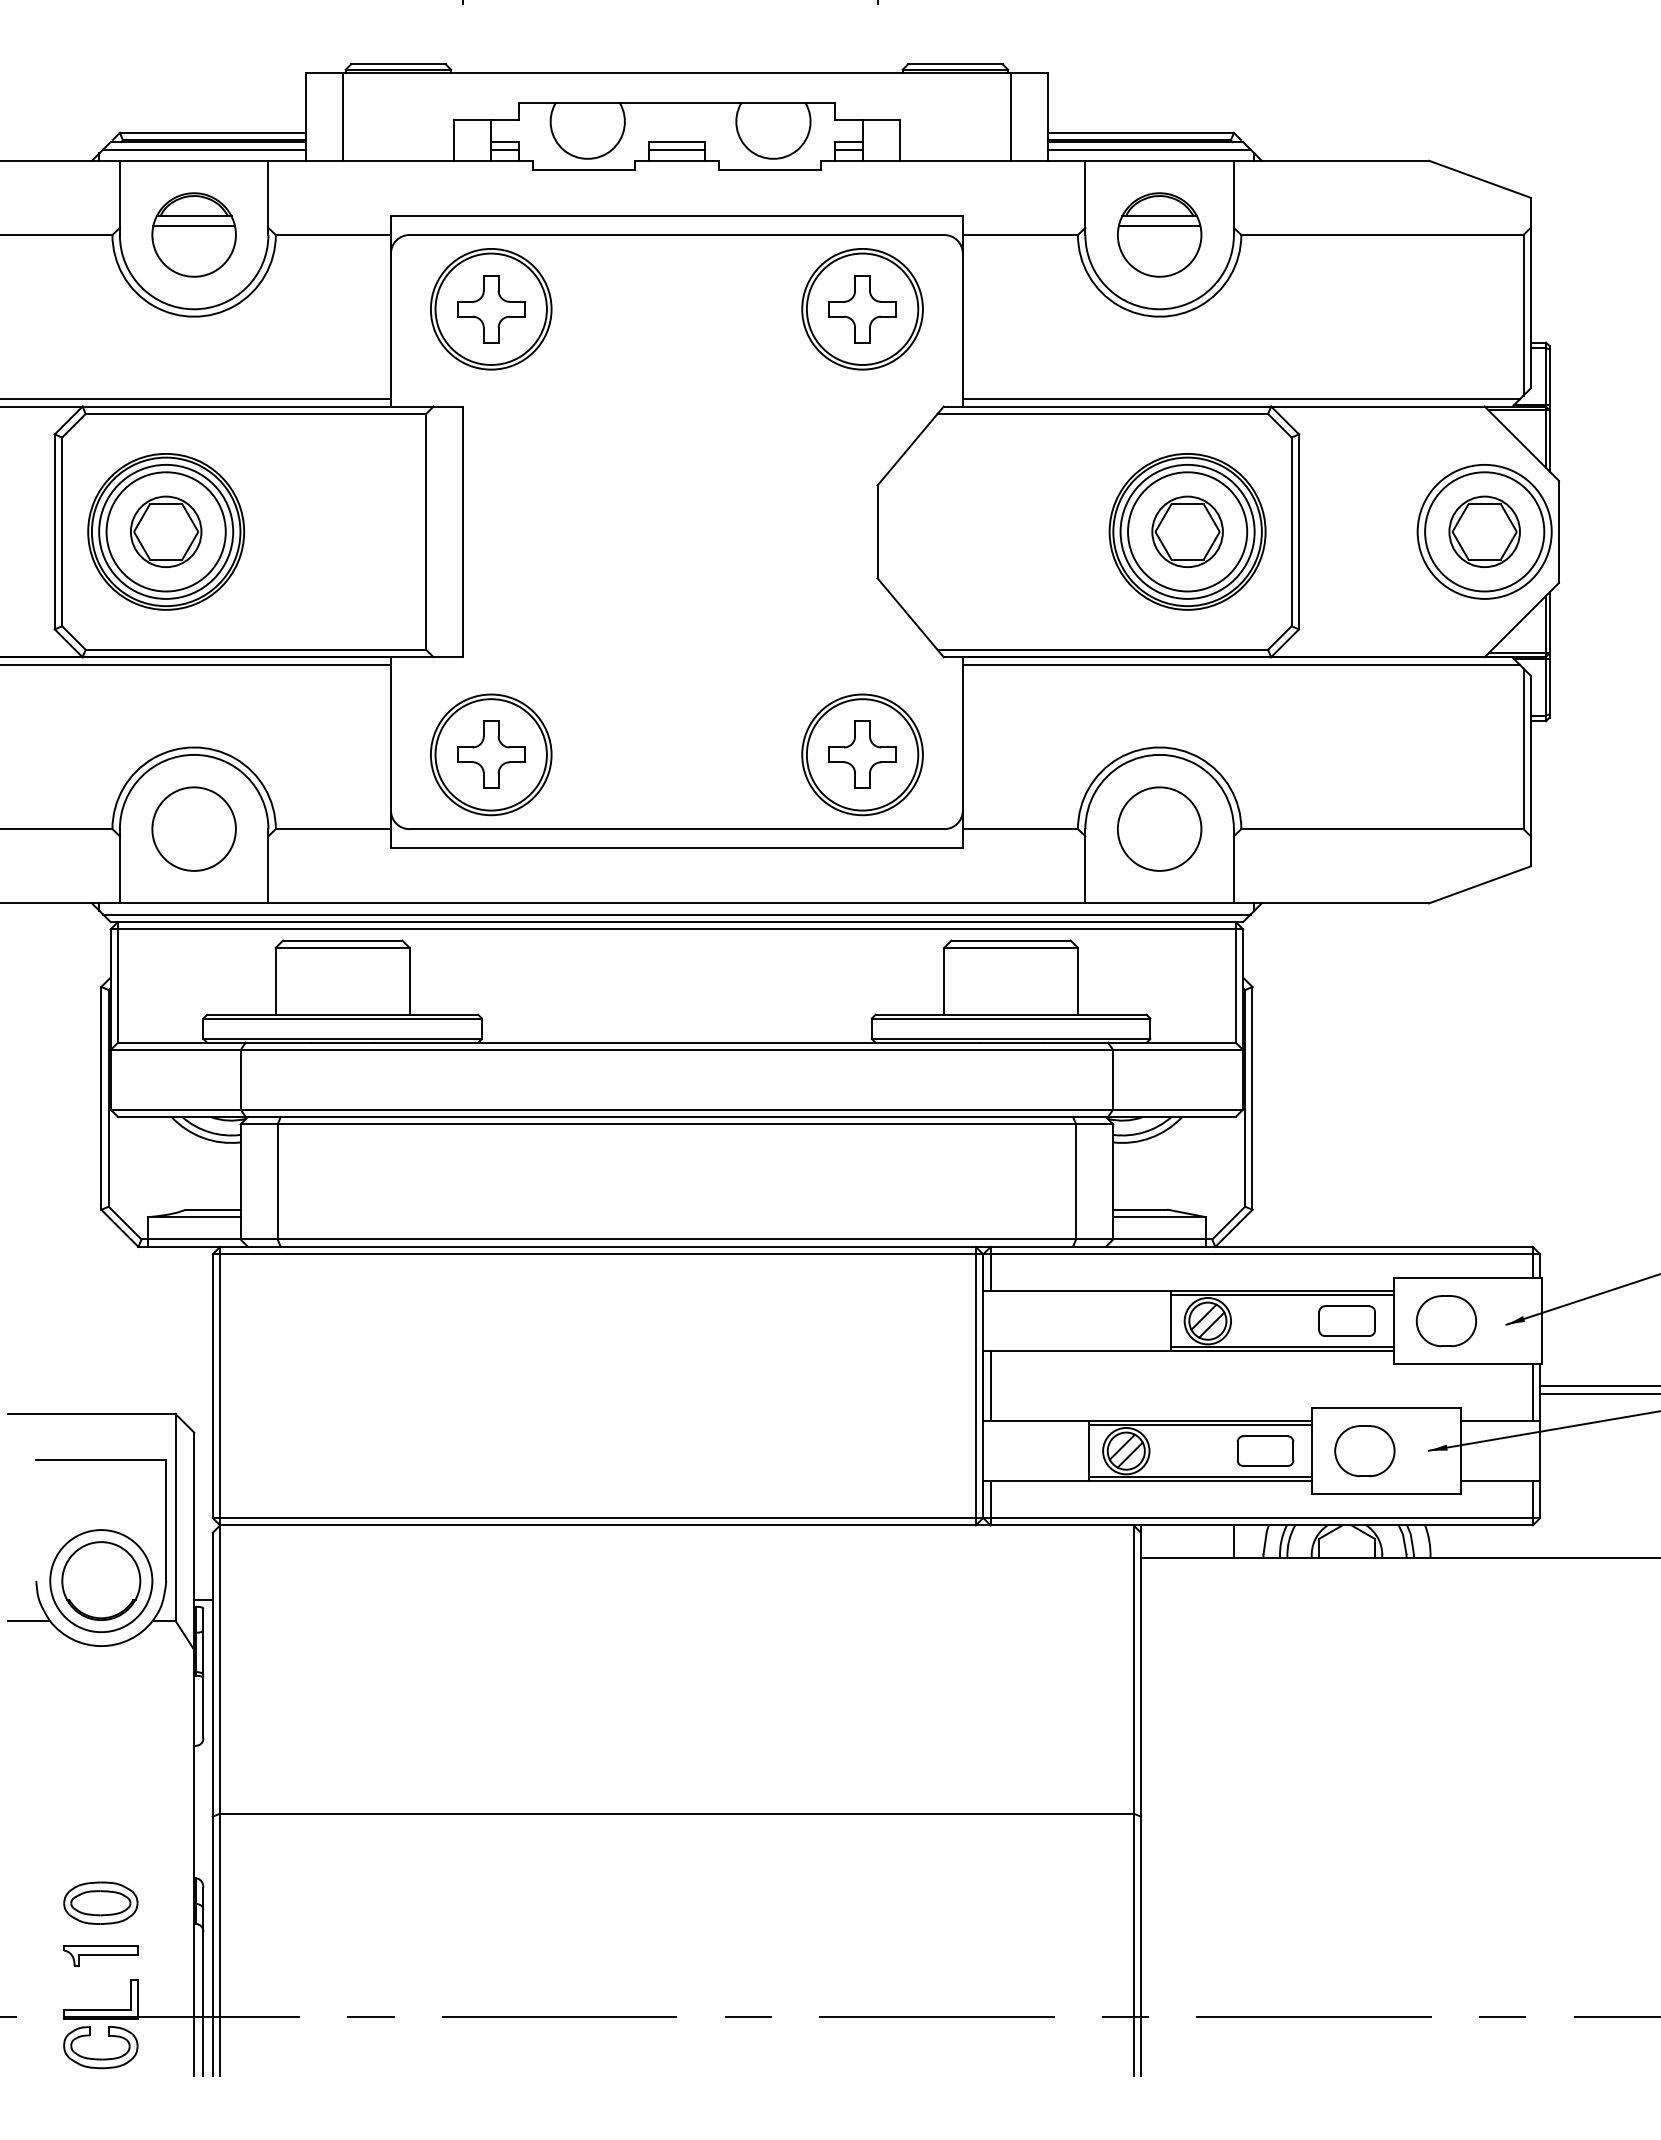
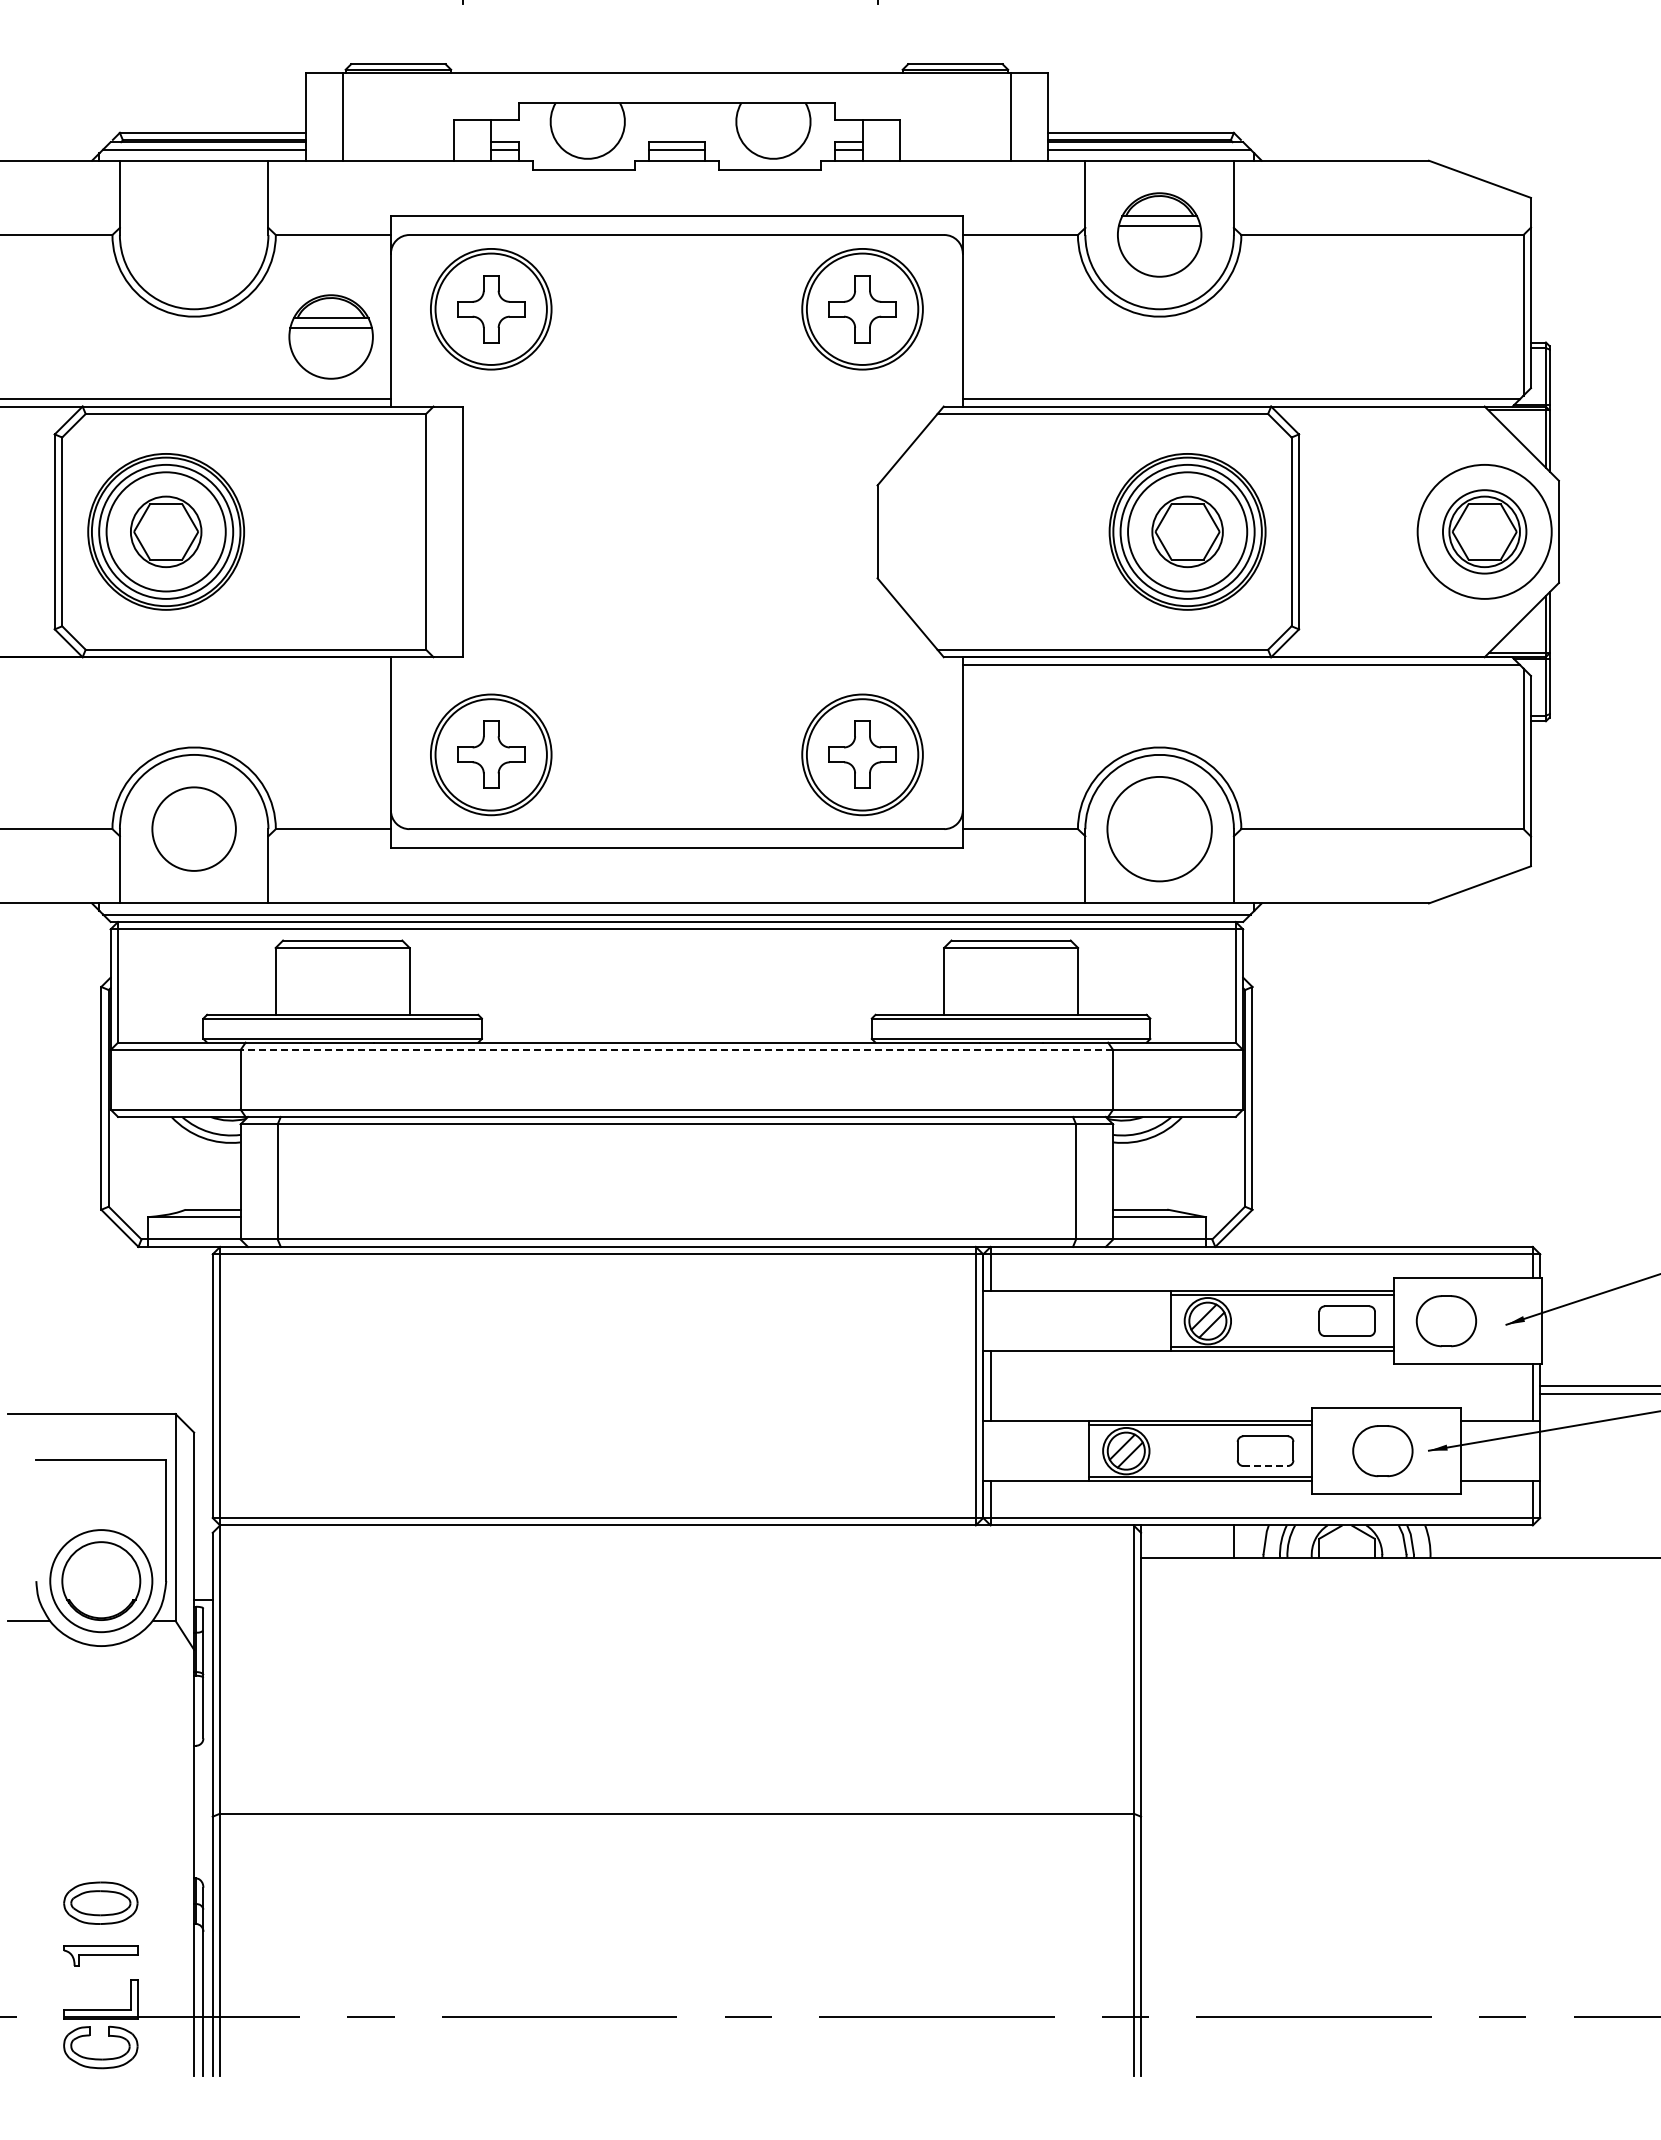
part at (193, 234) position: (193, 234) -> (330, 336)
circle at (1484, 531) diameter: 119 px -> 83 px
line at (196, 664): present -> none
circle at (1159, 828) diameter: 84 px -> 104 px
line at (676, 1050): solid -> dashed
part at (1364, 1451) position: (1364, 1451) -> (1382, 1451)
line at (1266, 1466): solid -> dashed
